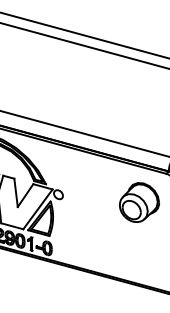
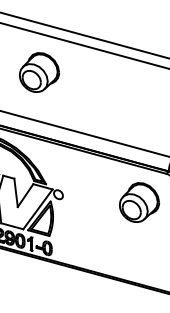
part at (39, 72): none -> present
